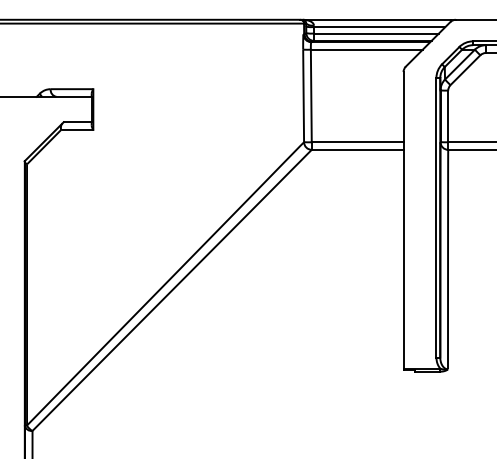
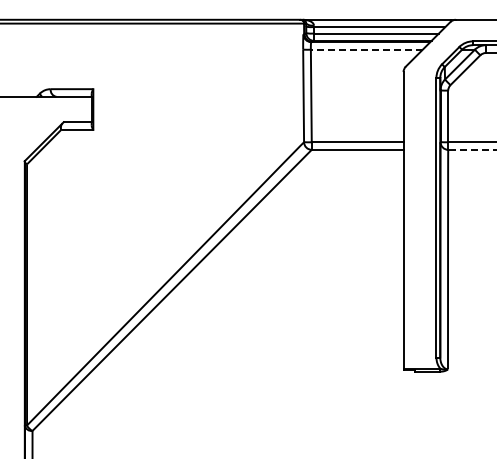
line at (366, 49): solid -> dashed
line at (472, 149): solid -> dashed
